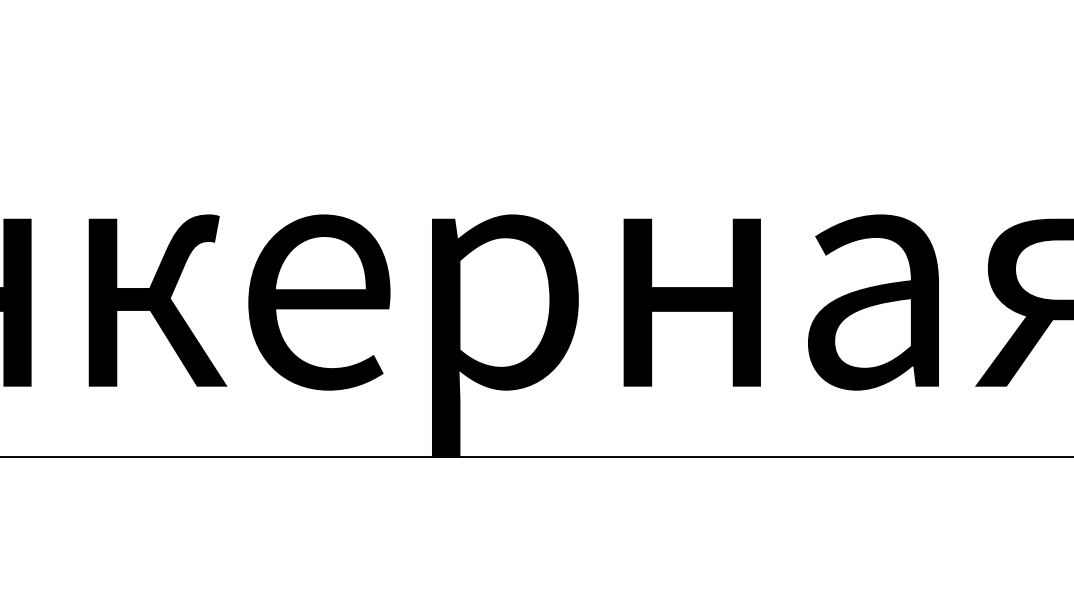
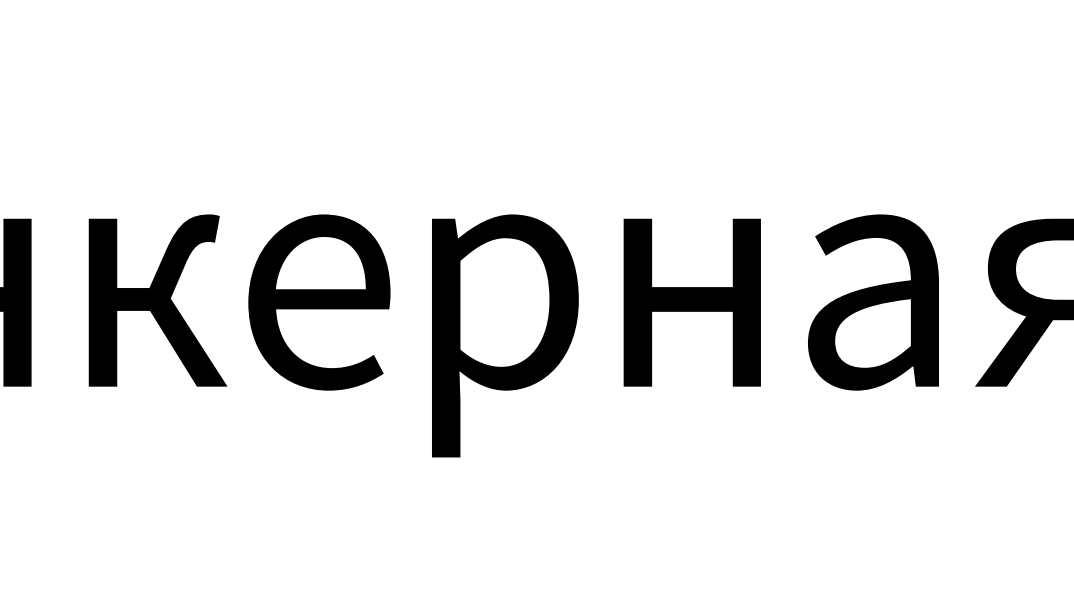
line at (536, 456): present -> none
